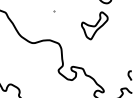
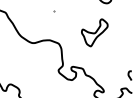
part at (94, 25) position: (94, 25) -> (94, 32)
